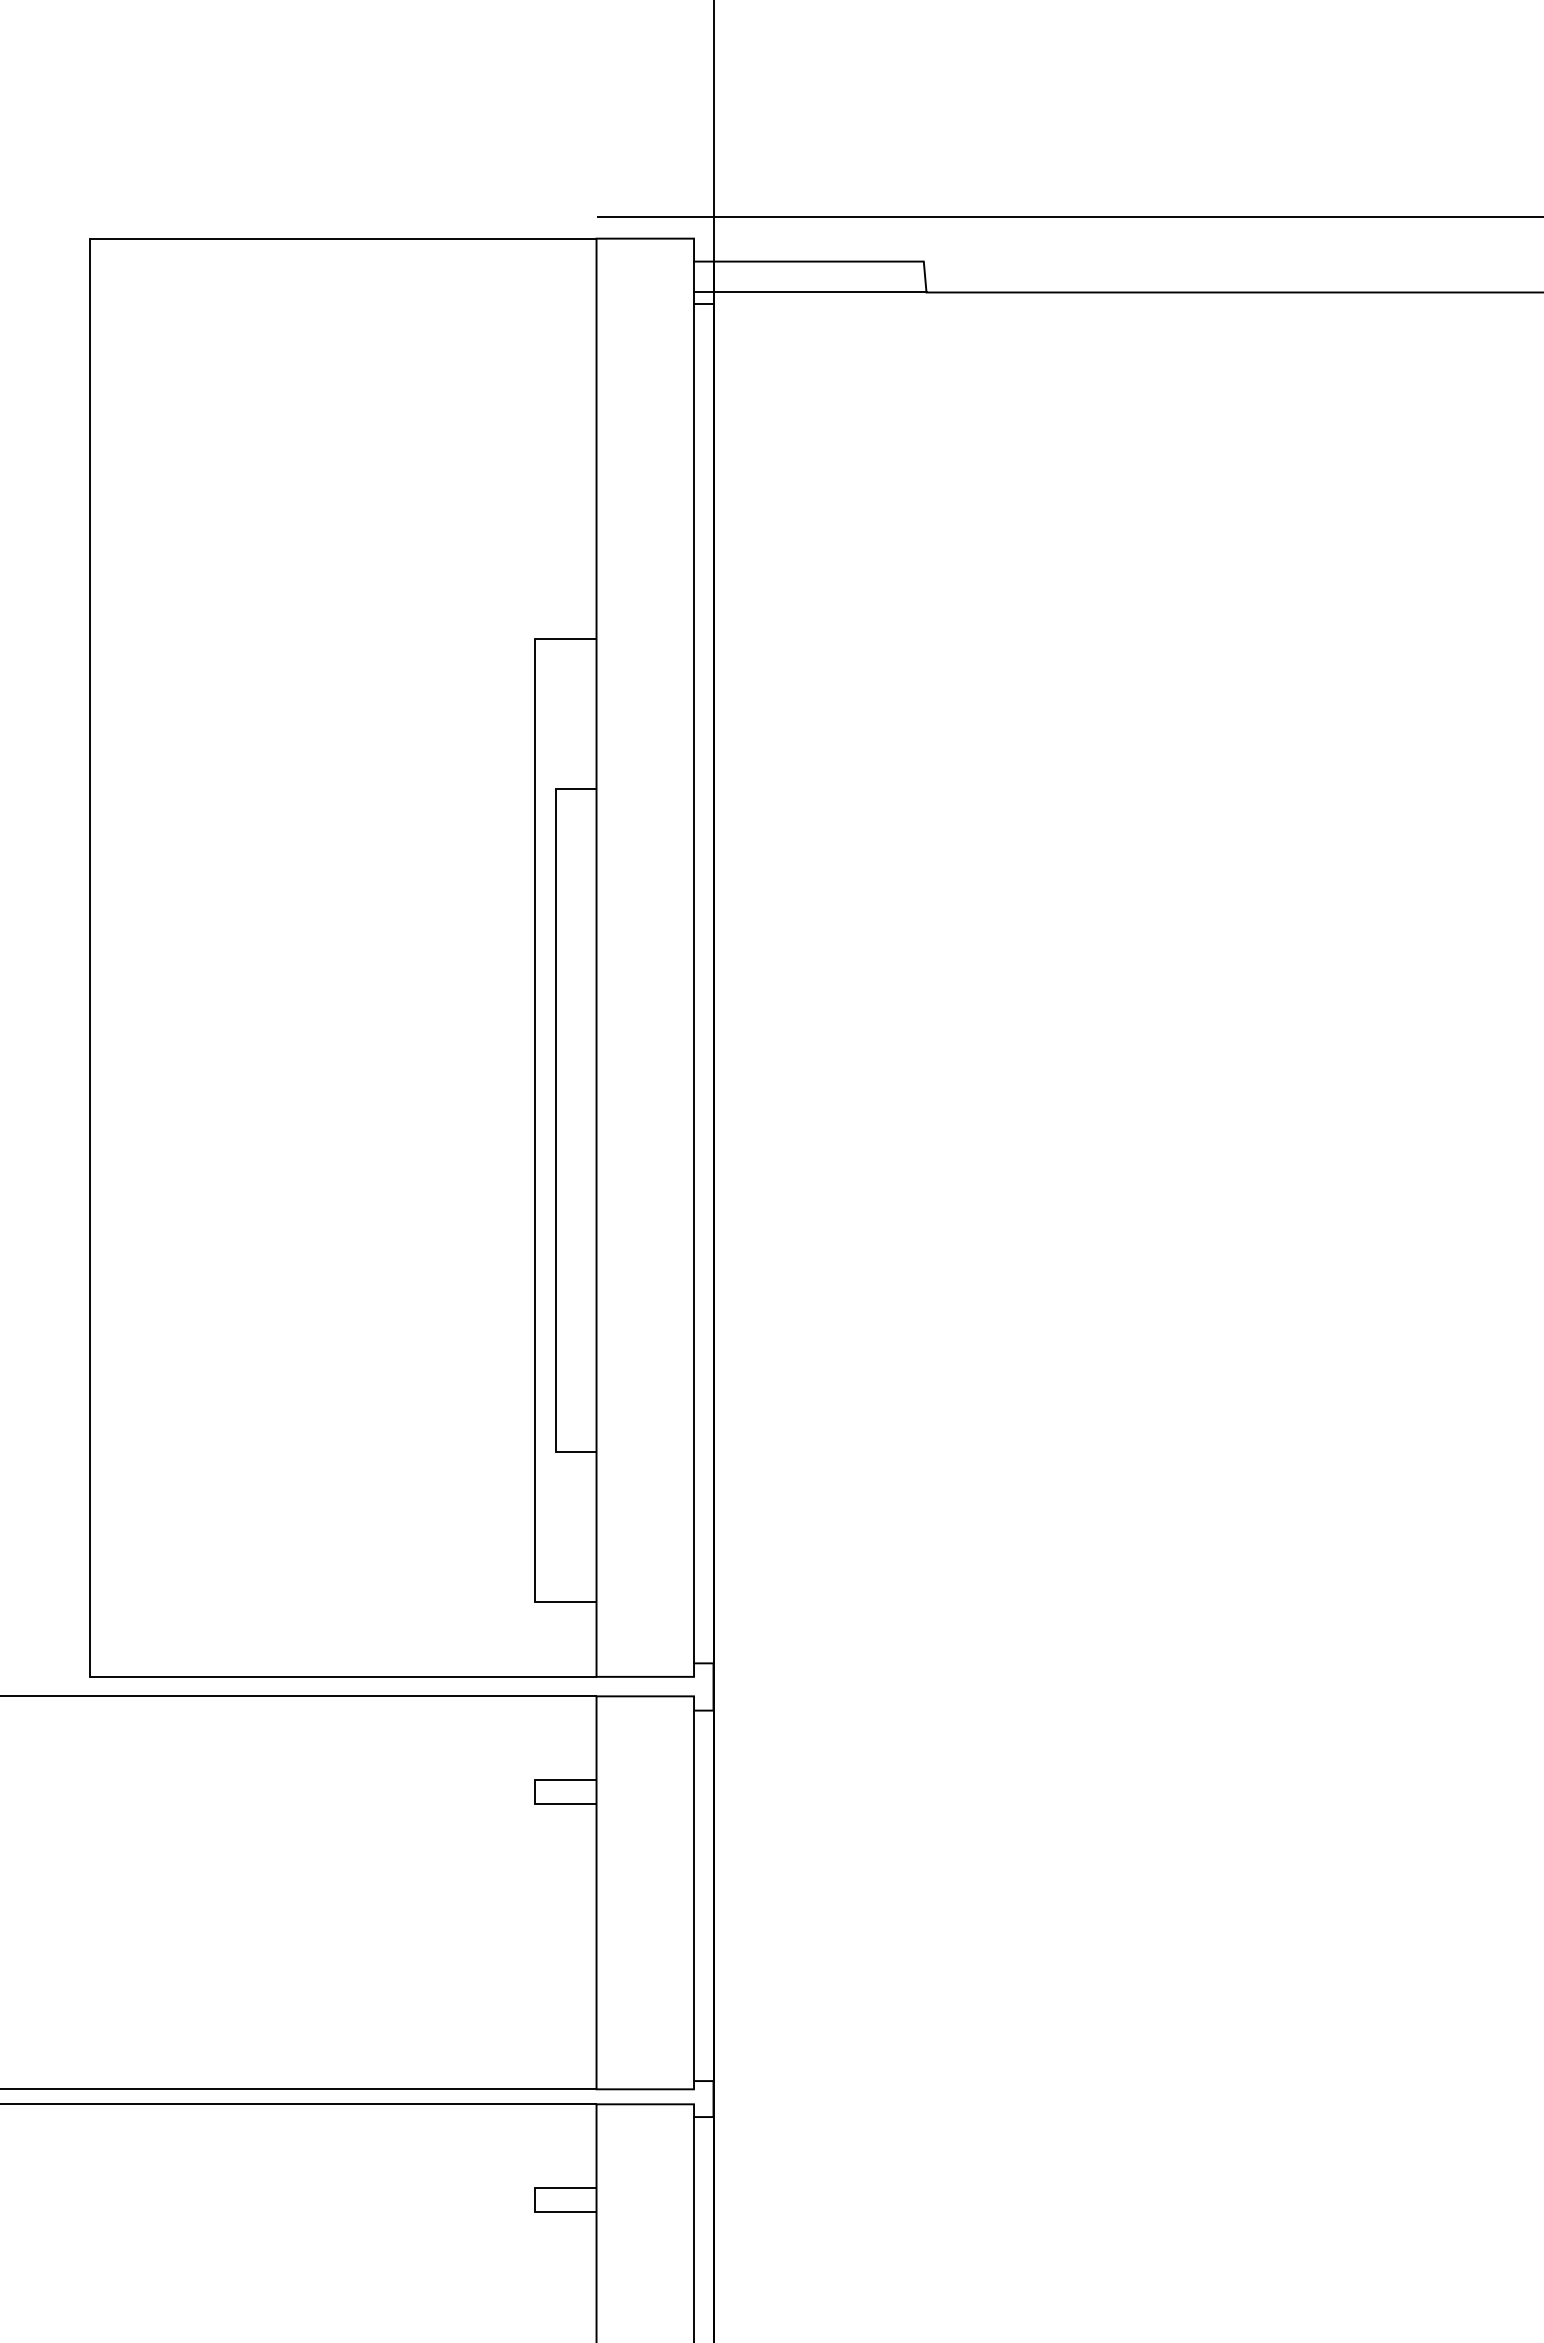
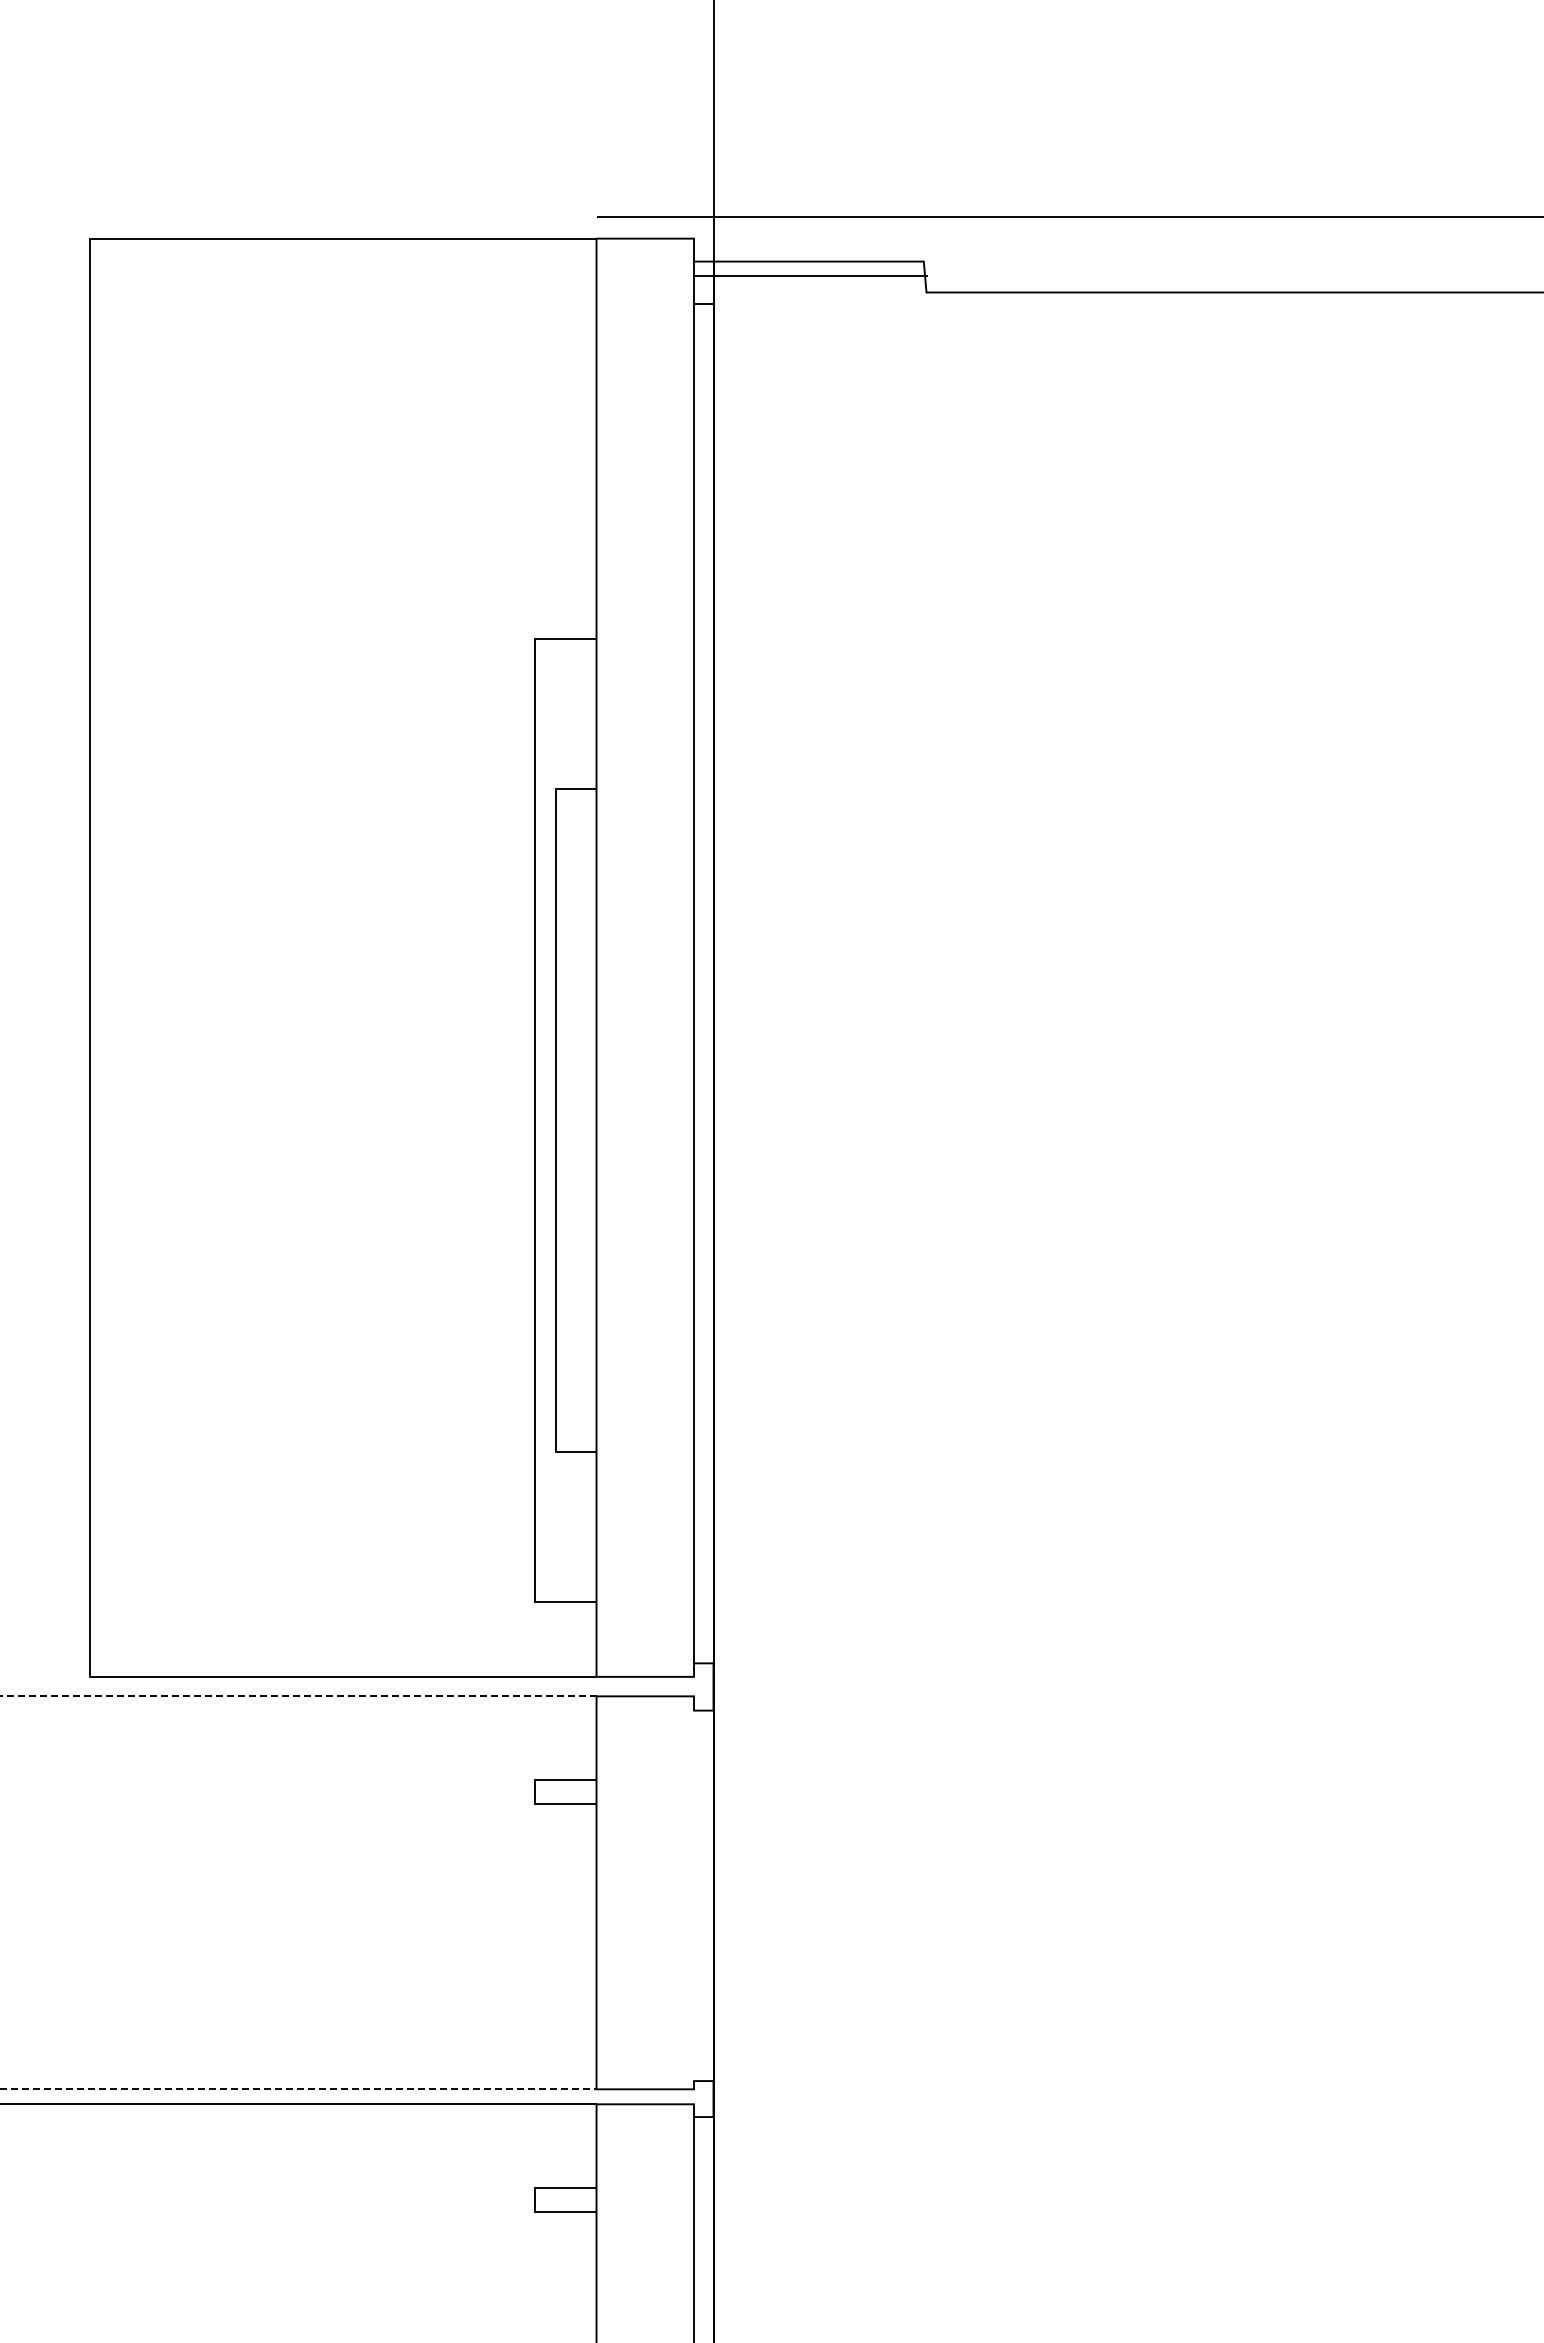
line at (810, 292) position: (810, 292) -> (810, 276)
line at (694, 1895): present -> none
line at (0, 2089): solid -> dashed
